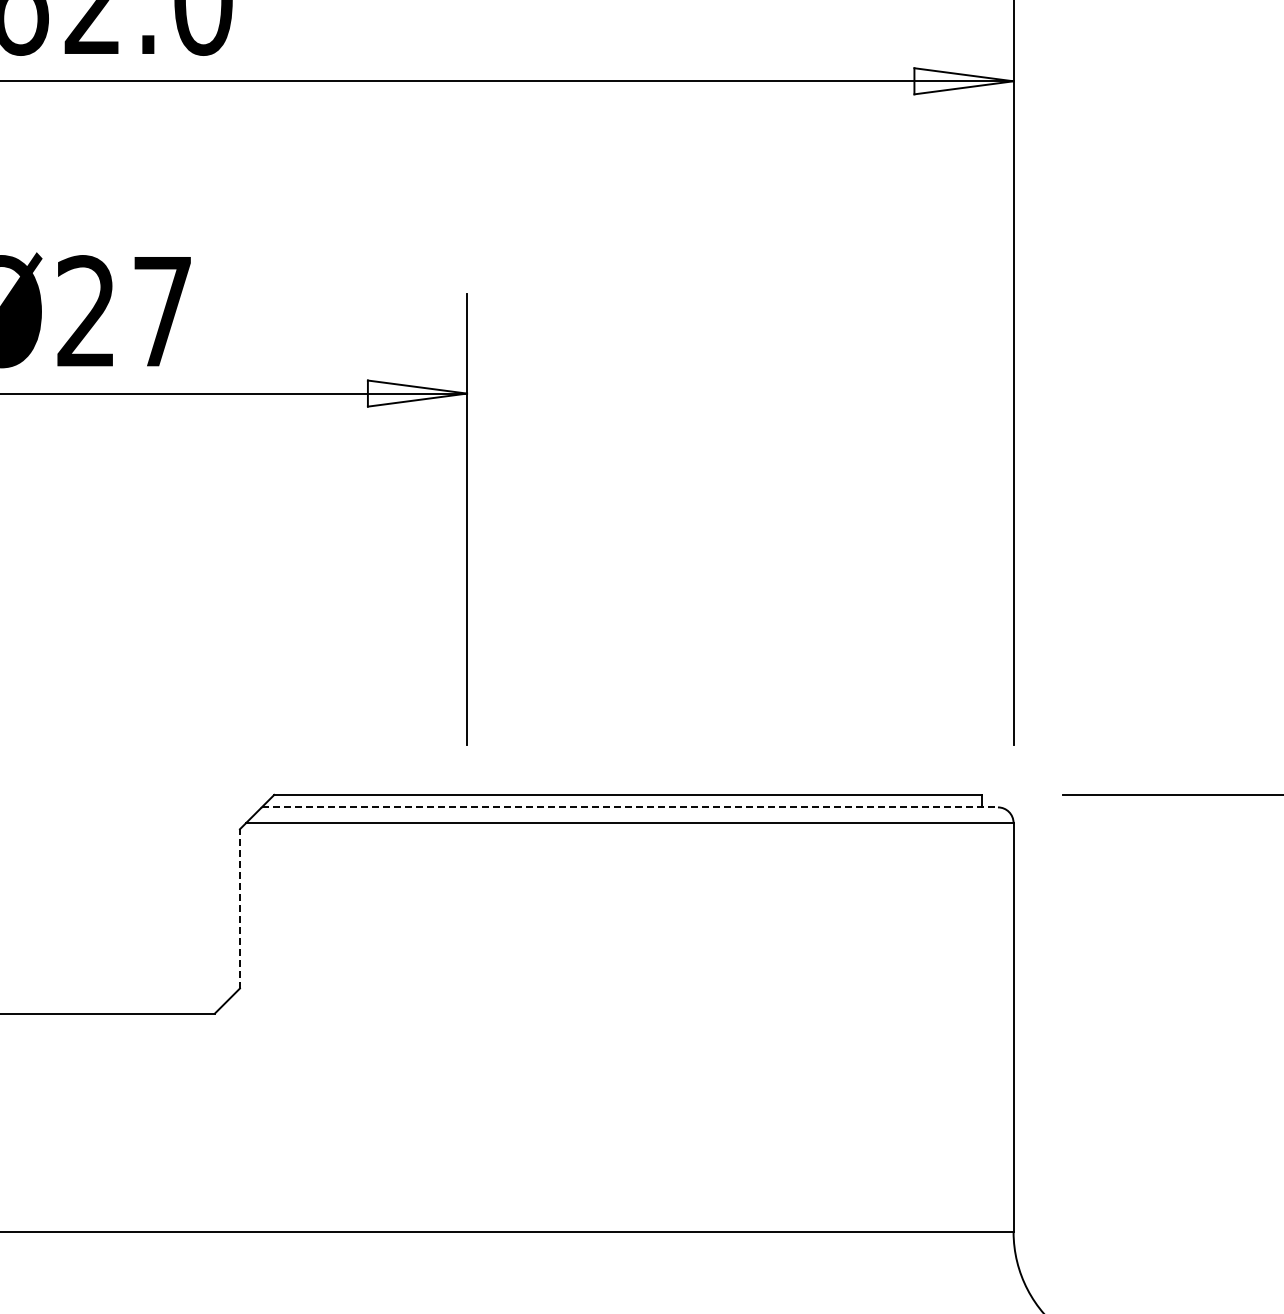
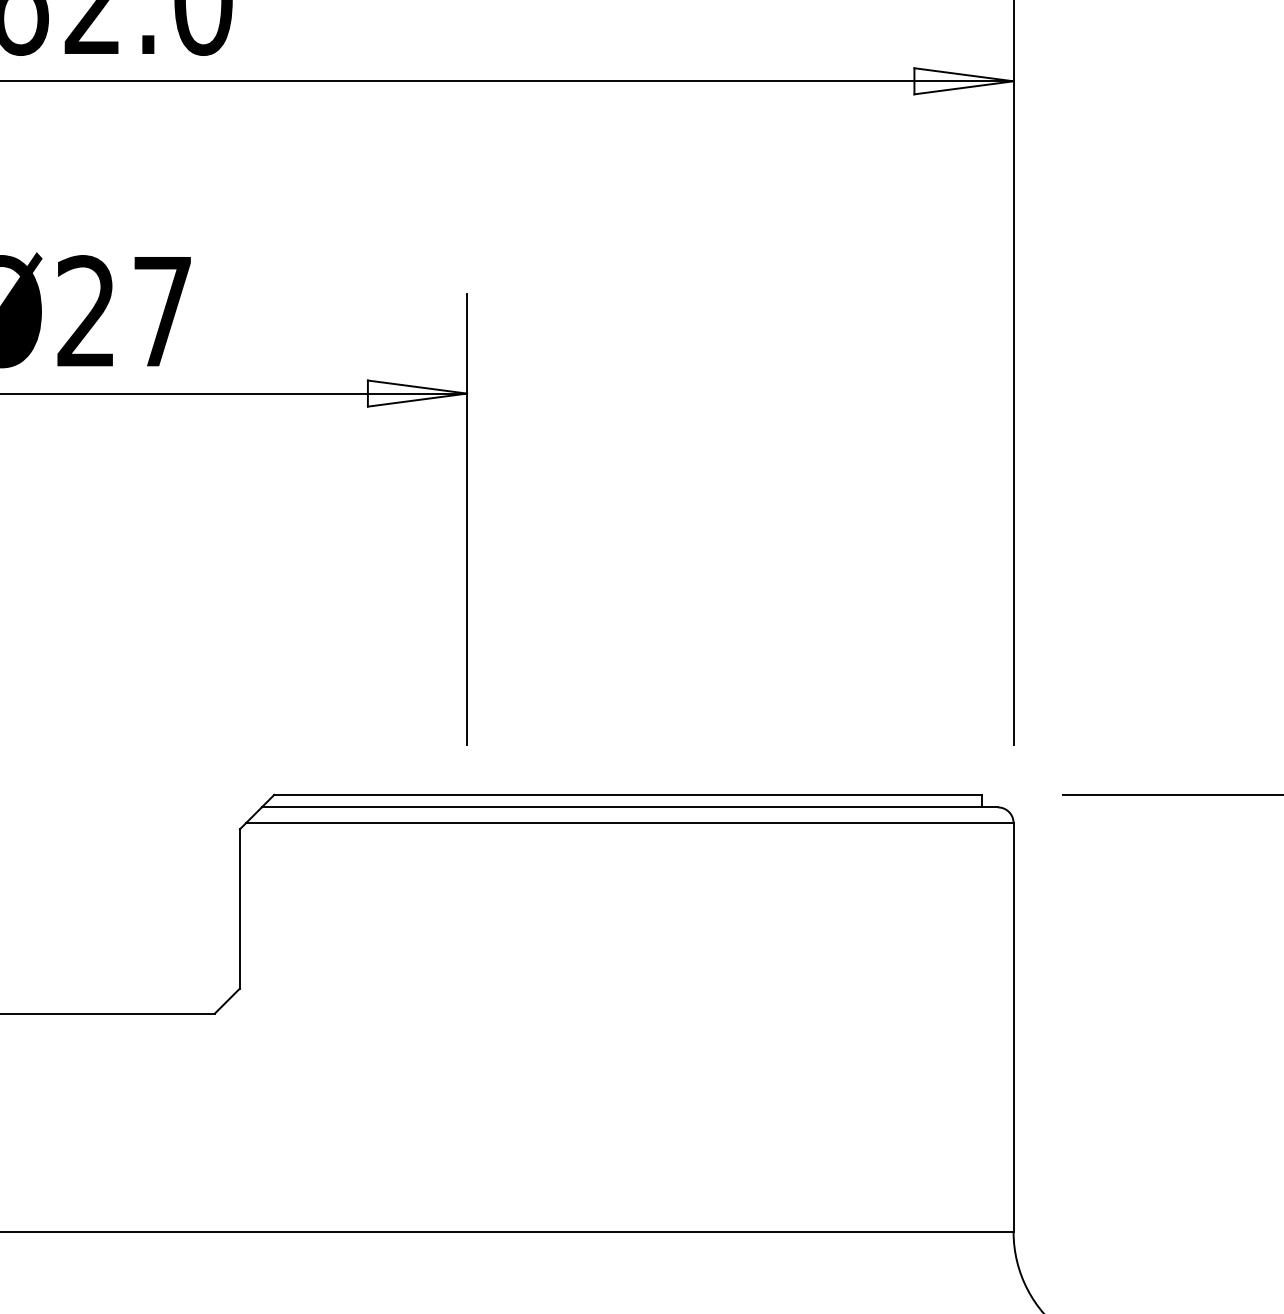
line at (630, 807): dashed -> solid
line at (239, 908): dashed -> solid
